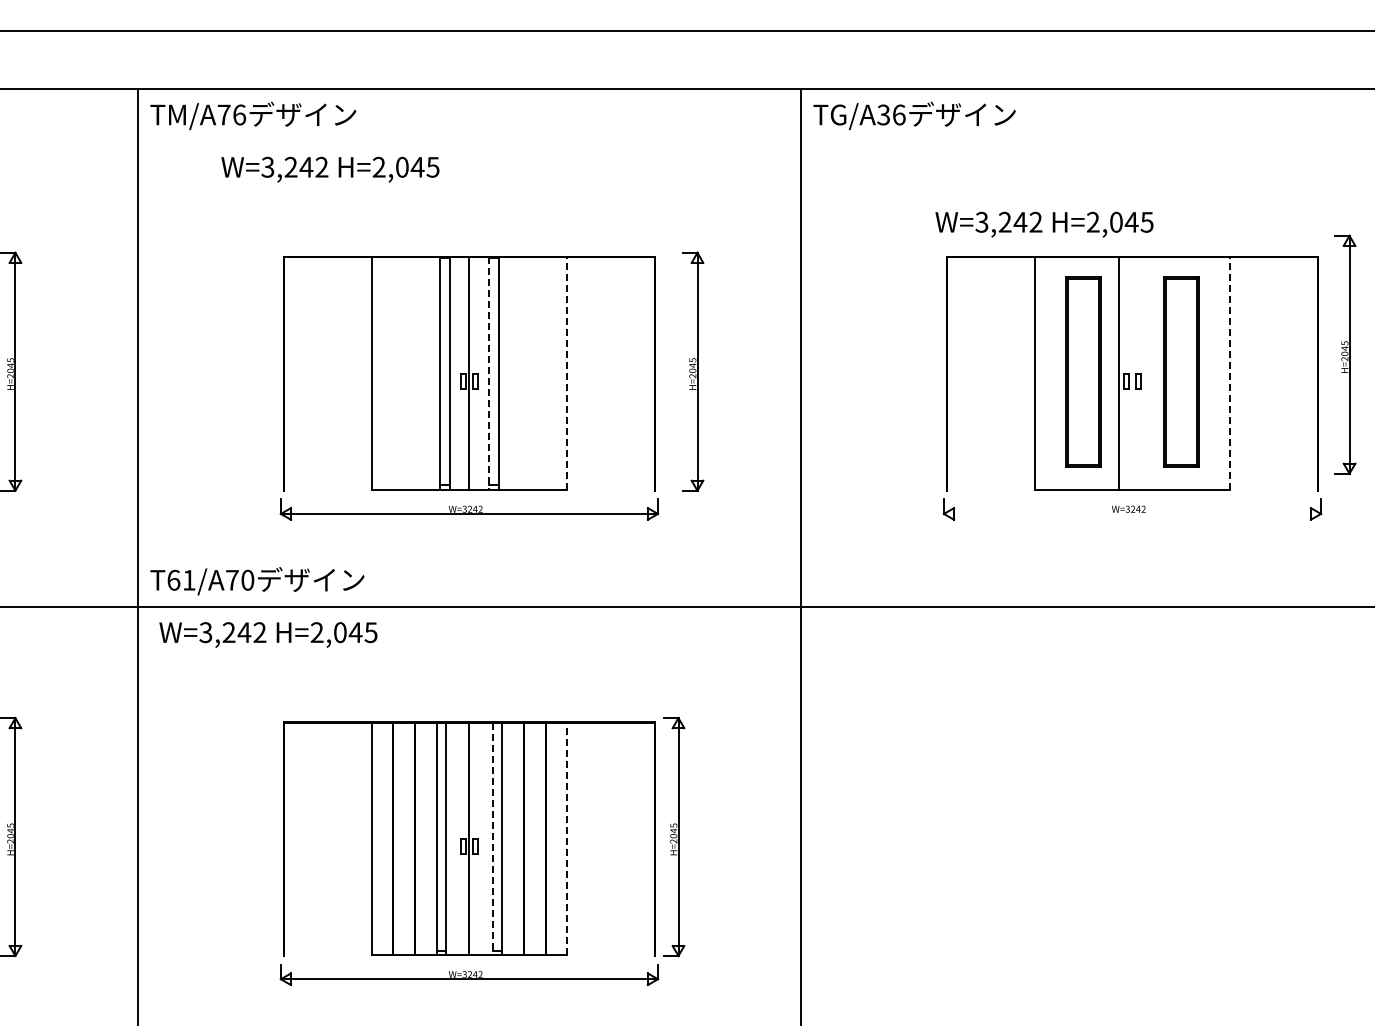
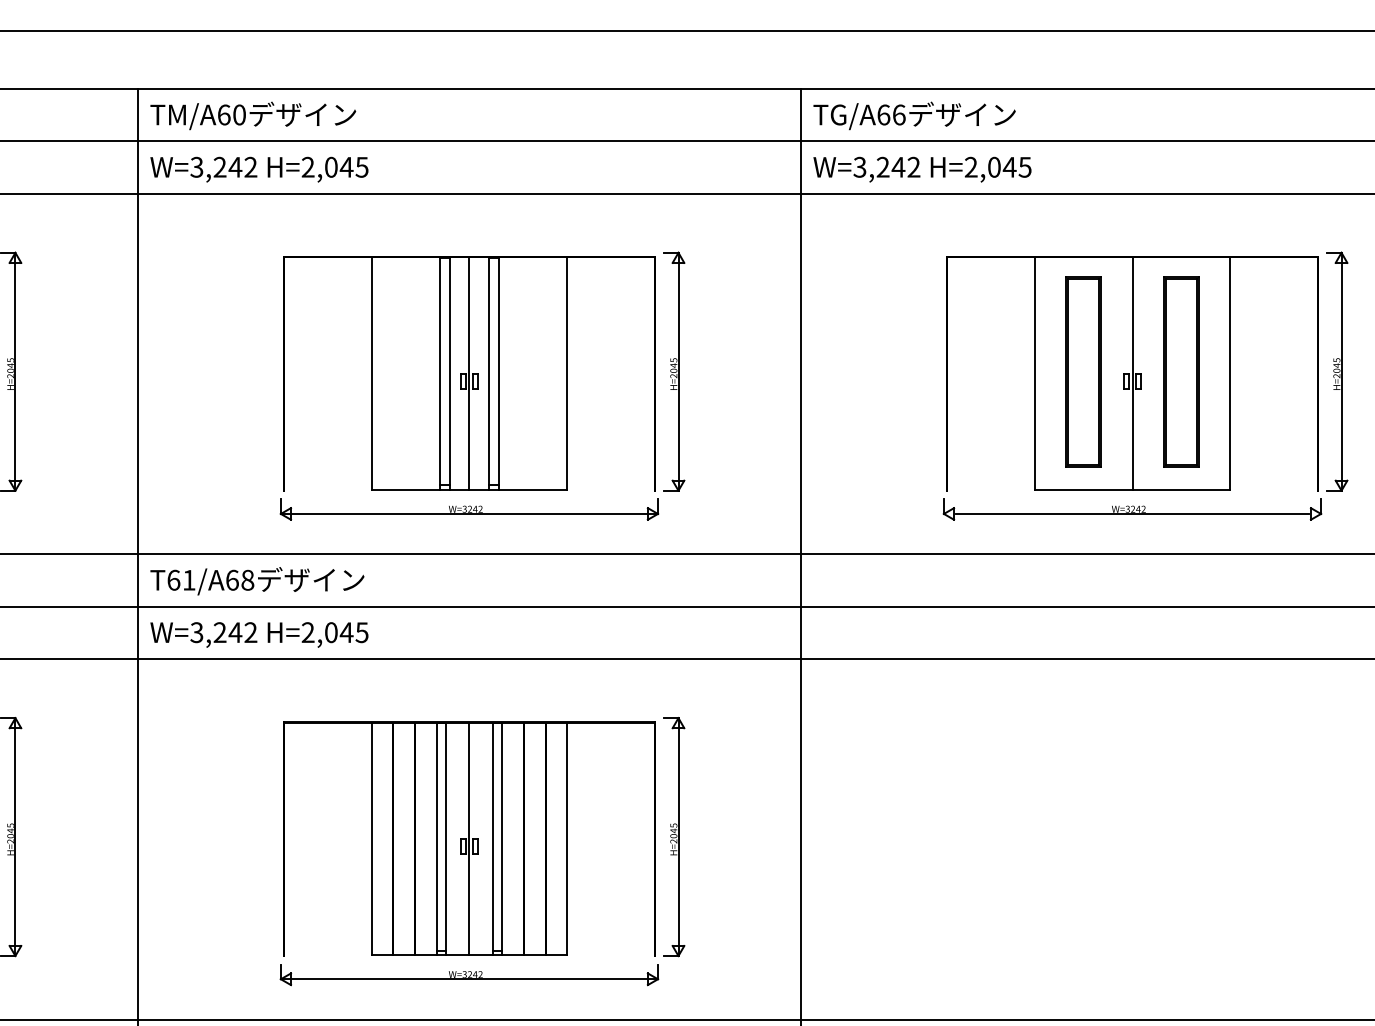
text at (231, 114): TM/A76 -> TM/A60
text at (883, 114): TG/A36 -> TG/A66
line at (686, 141): none -> present
text at (330, 169) position: (330, 169) -> (259, 169)
line at (686, 193): none -> present
text at (1044, 224) position: (1044, 224) -> (922, 169)
part at (1345, 354) position: (1345, 354) -> (1337, 371)
part at (693, 371) position: (693, 371) -> (674, 371)
line at (567, 373): dashed -> solid
line at (1118, 373) position: (1118, 373) -> (1132, 373)
line at (1230, 373): dashed -> solid
line at (489, 374): dashed -> solid
line at (1132, 513): none -> present
line at (686, 554): none -> present
text at (240, 579): T61/A70 -> T61/A68
text at (268, 634) position: (268, 634) -> (259, 634)
line at (686, 658): none -> present
line at (567, 838): dashed -> solid
line at (492, 839): dashed -> solid
line at (686, 1019): none -> present
